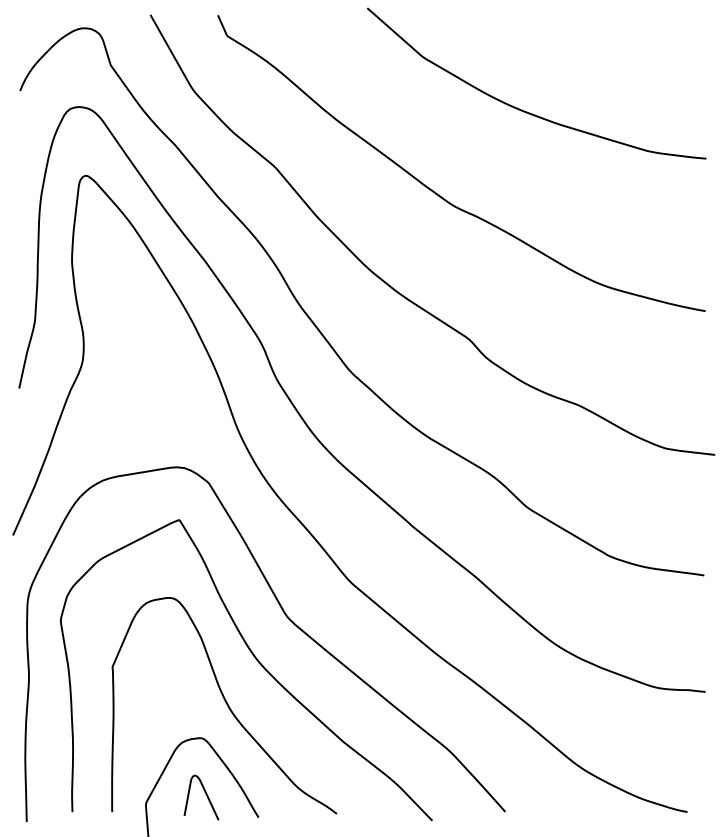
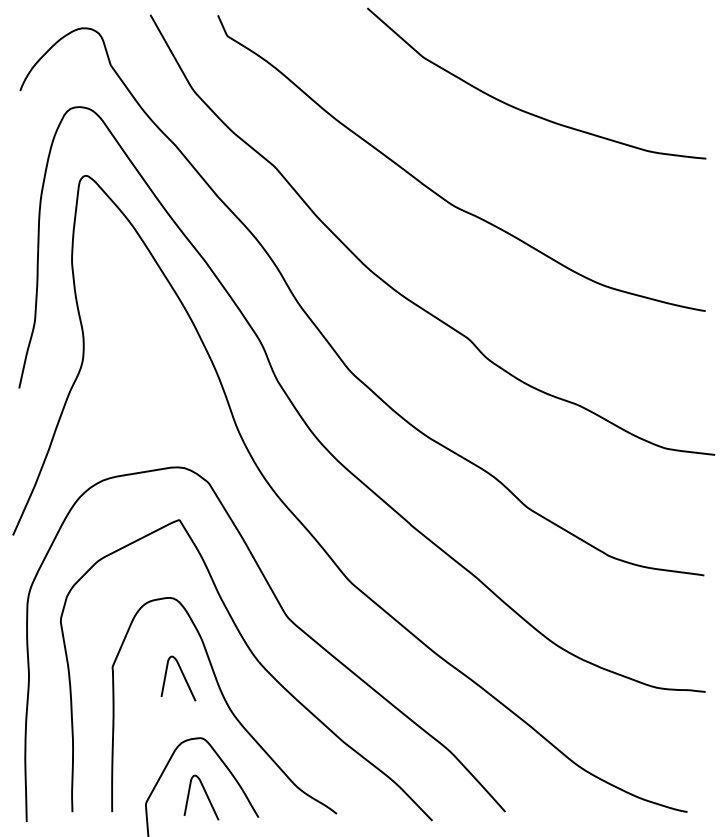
curve at (182, 675): none -> present
